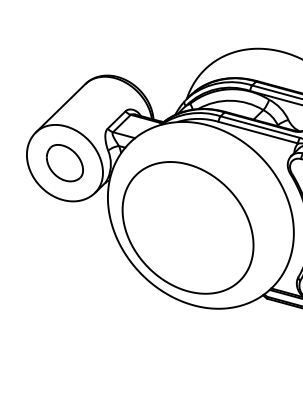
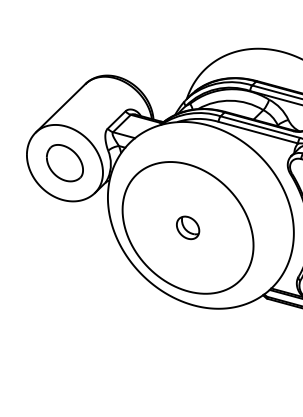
part at (188, 227): none -> present
